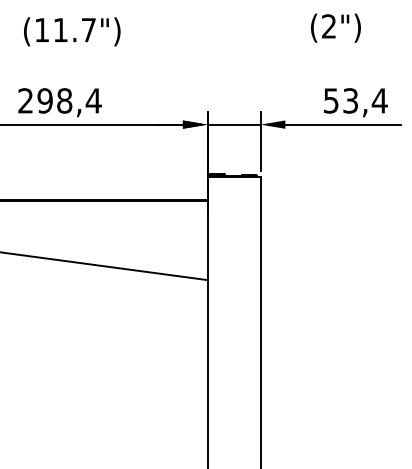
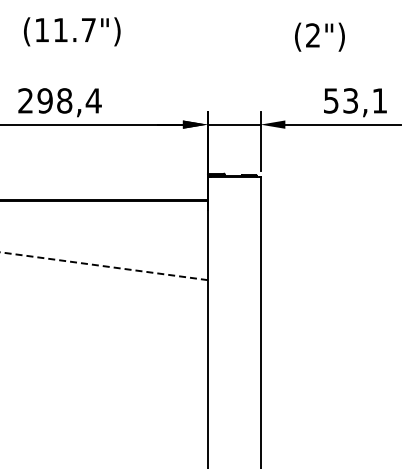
text at (335, 27) position: (335, 27) -> (319, 36)
text at (379, 100): 53,4 -> 53,1
line at (104, 266): solid -> dashed
